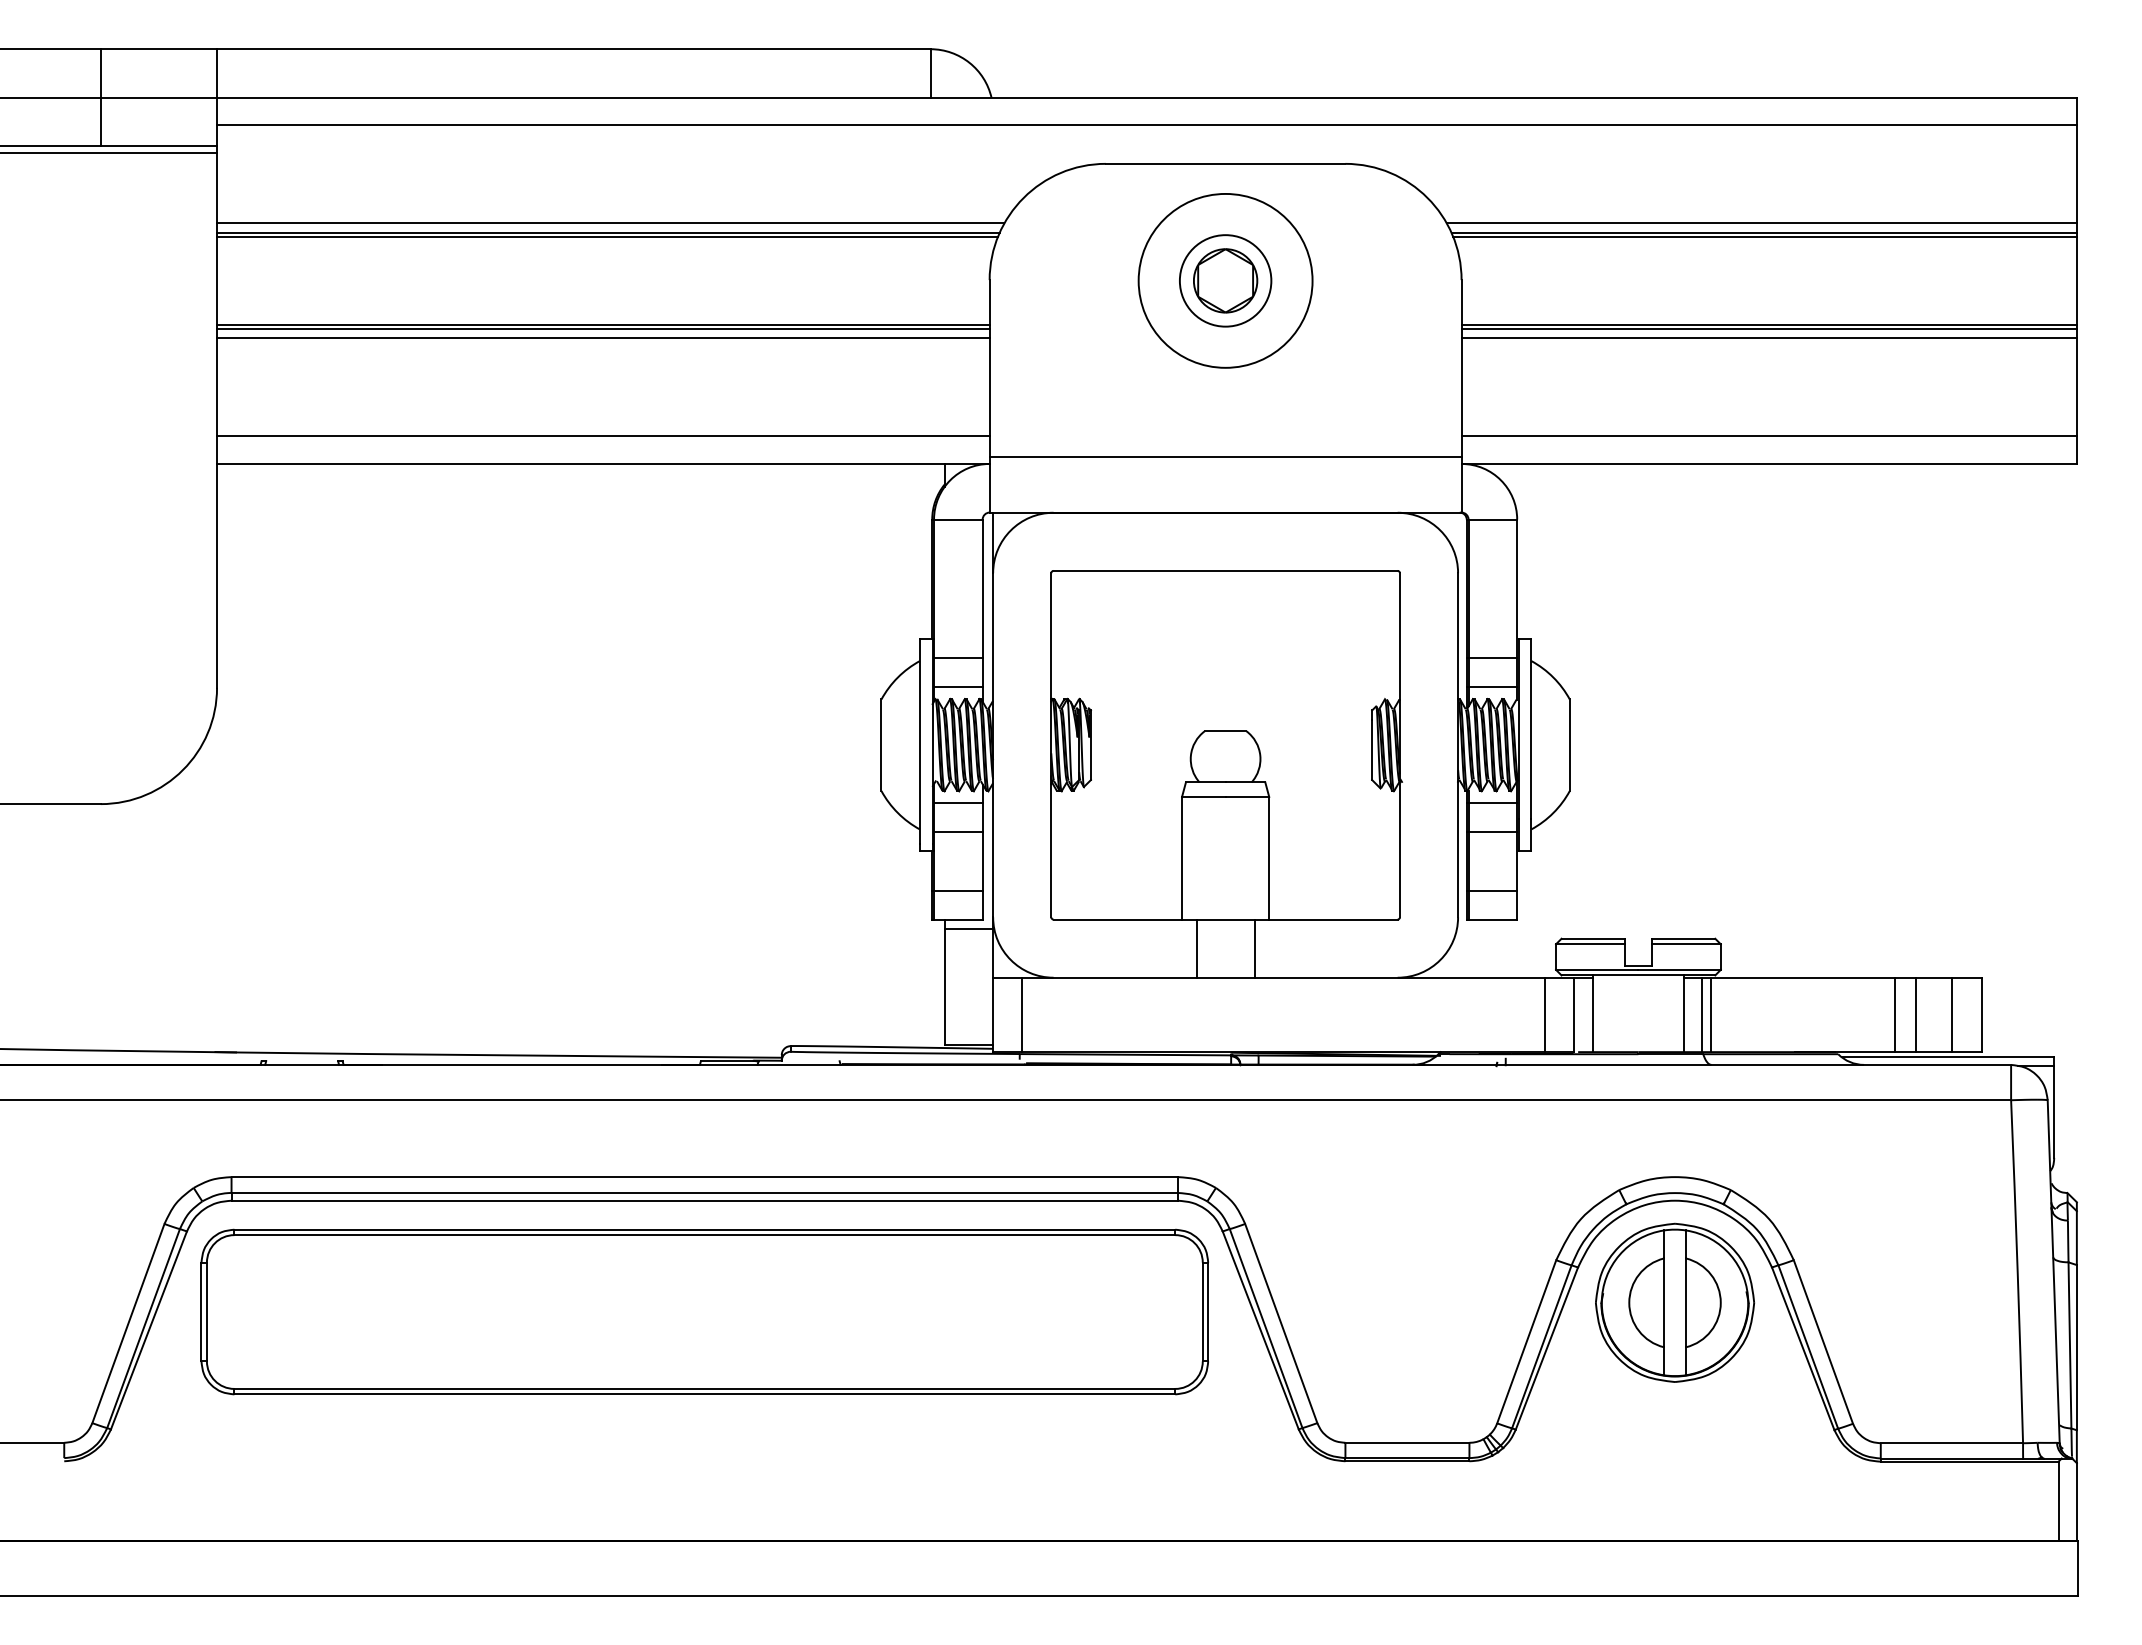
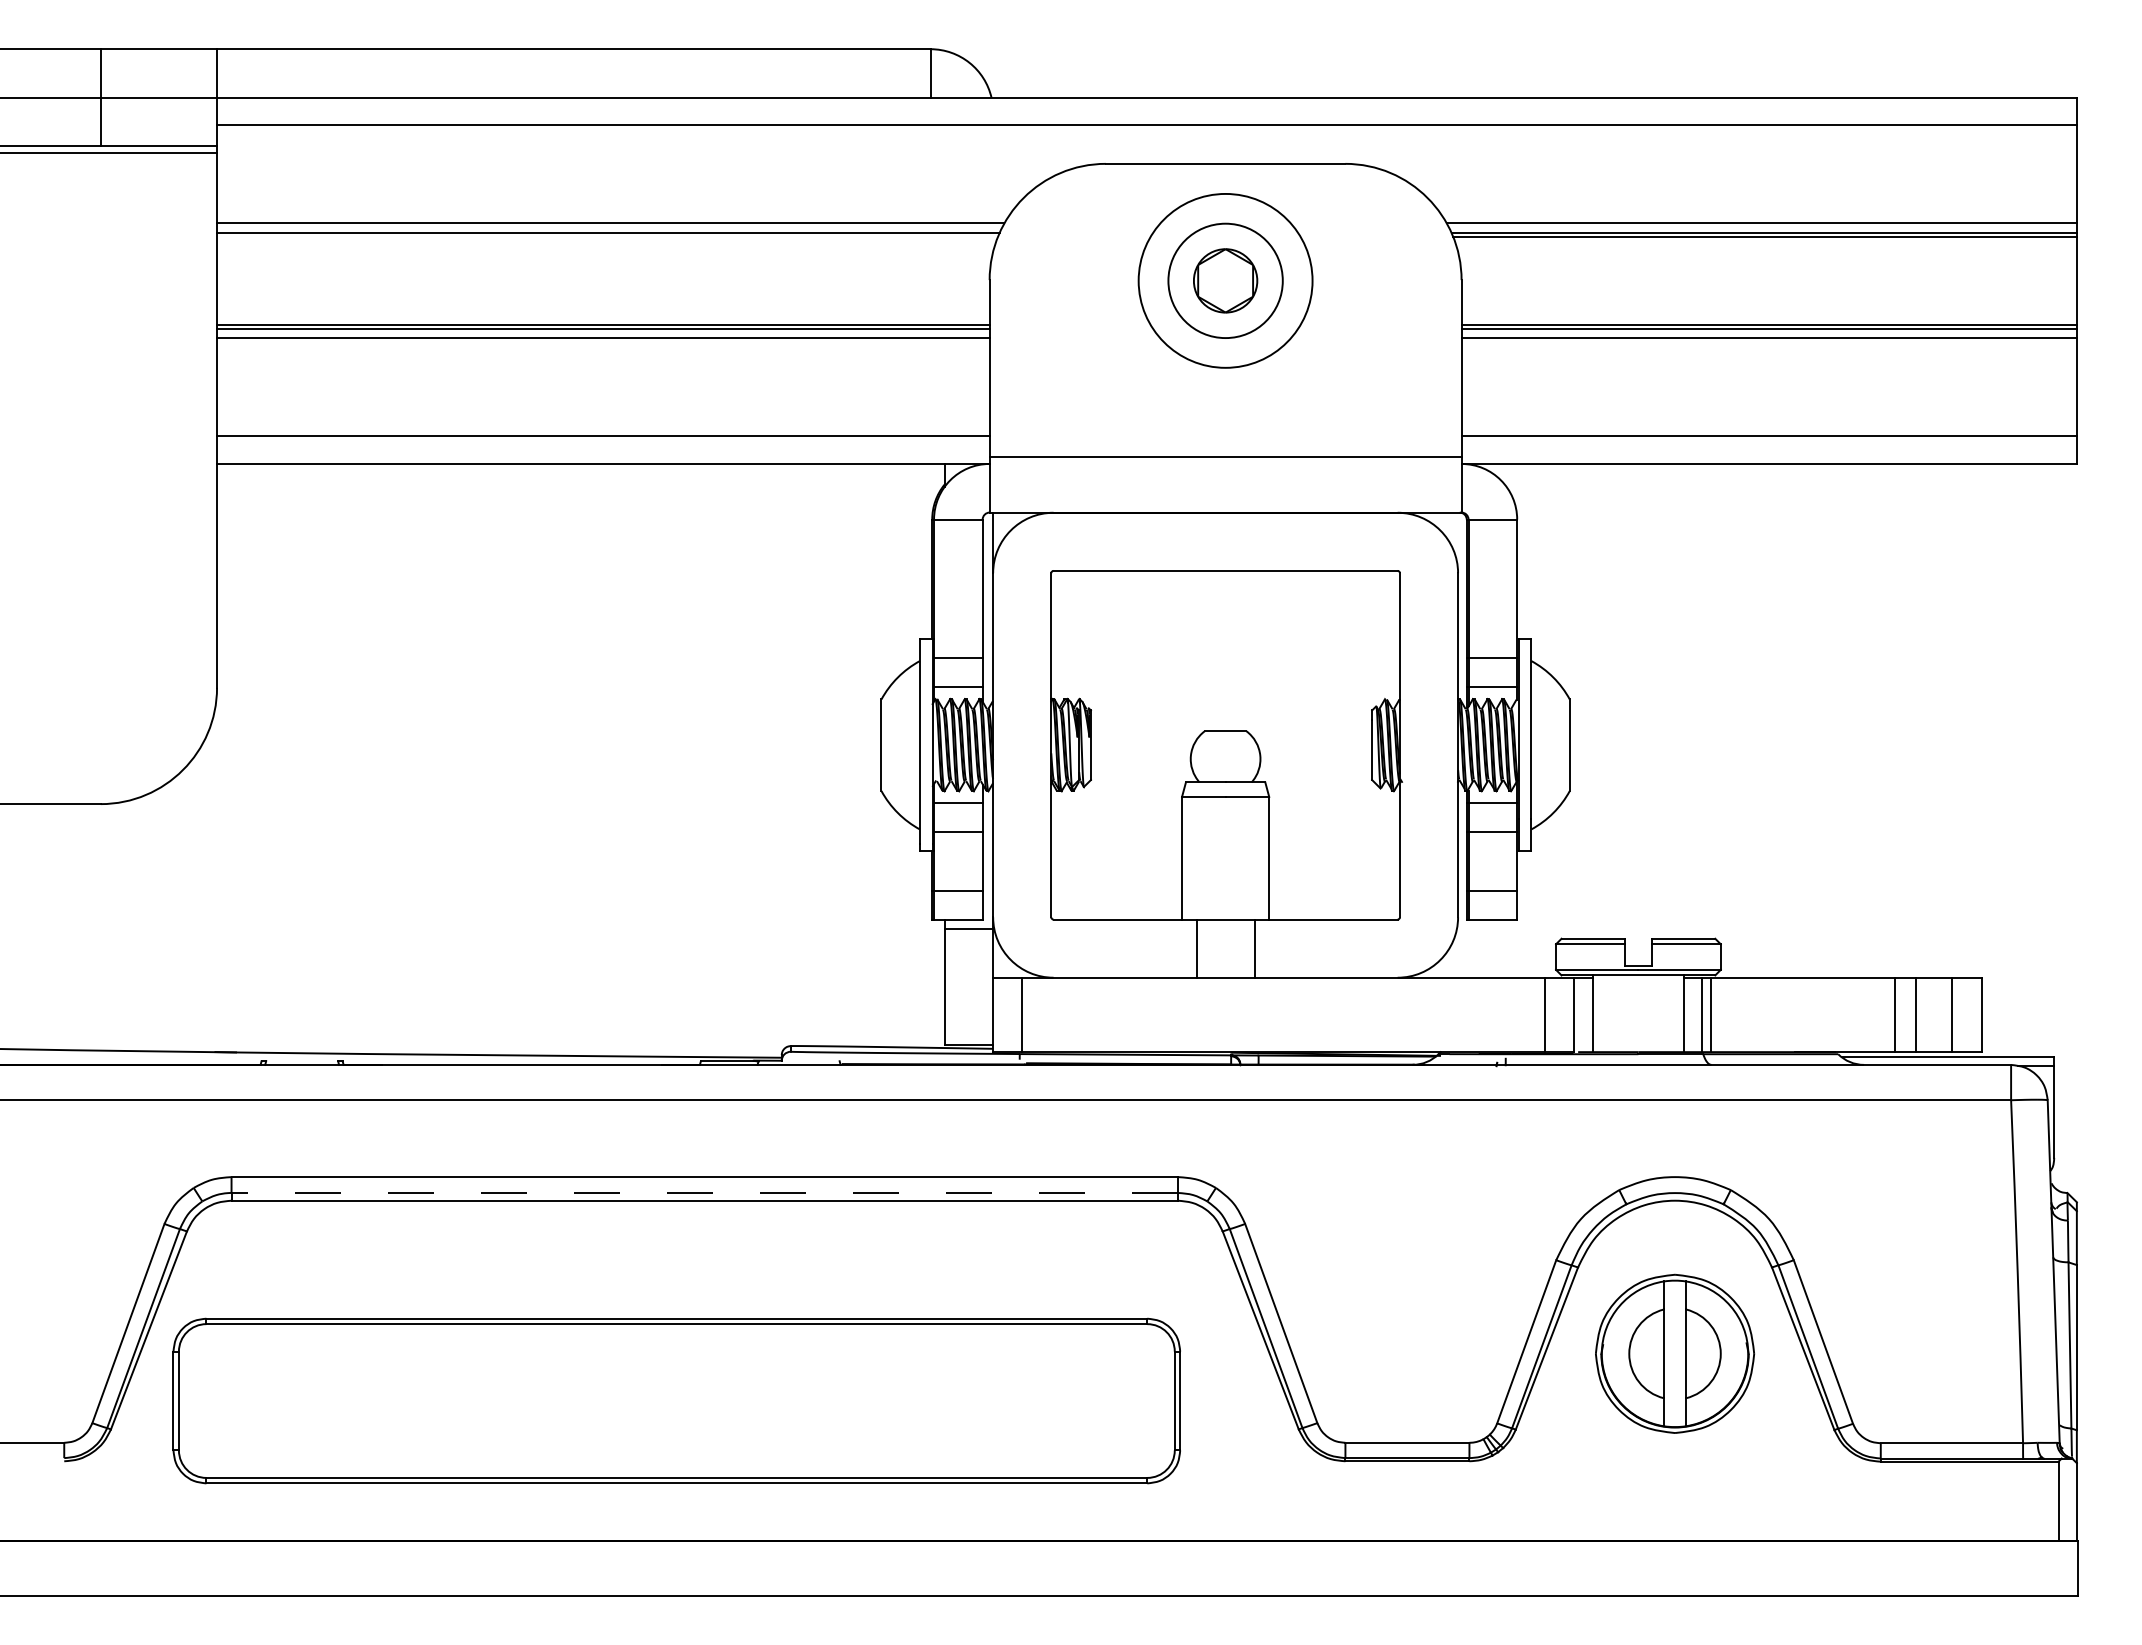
line at (607, 237): present -> none
circle at (1225, 280) diameter: 92 px -> 114 px
line at (704, 1192): solid -> dashed
part at (1675, 1302) position: (1675, 1302) -> (1675, 1353)
part at (704, 1311) position: (704, 1311) -> (676, 1400)
